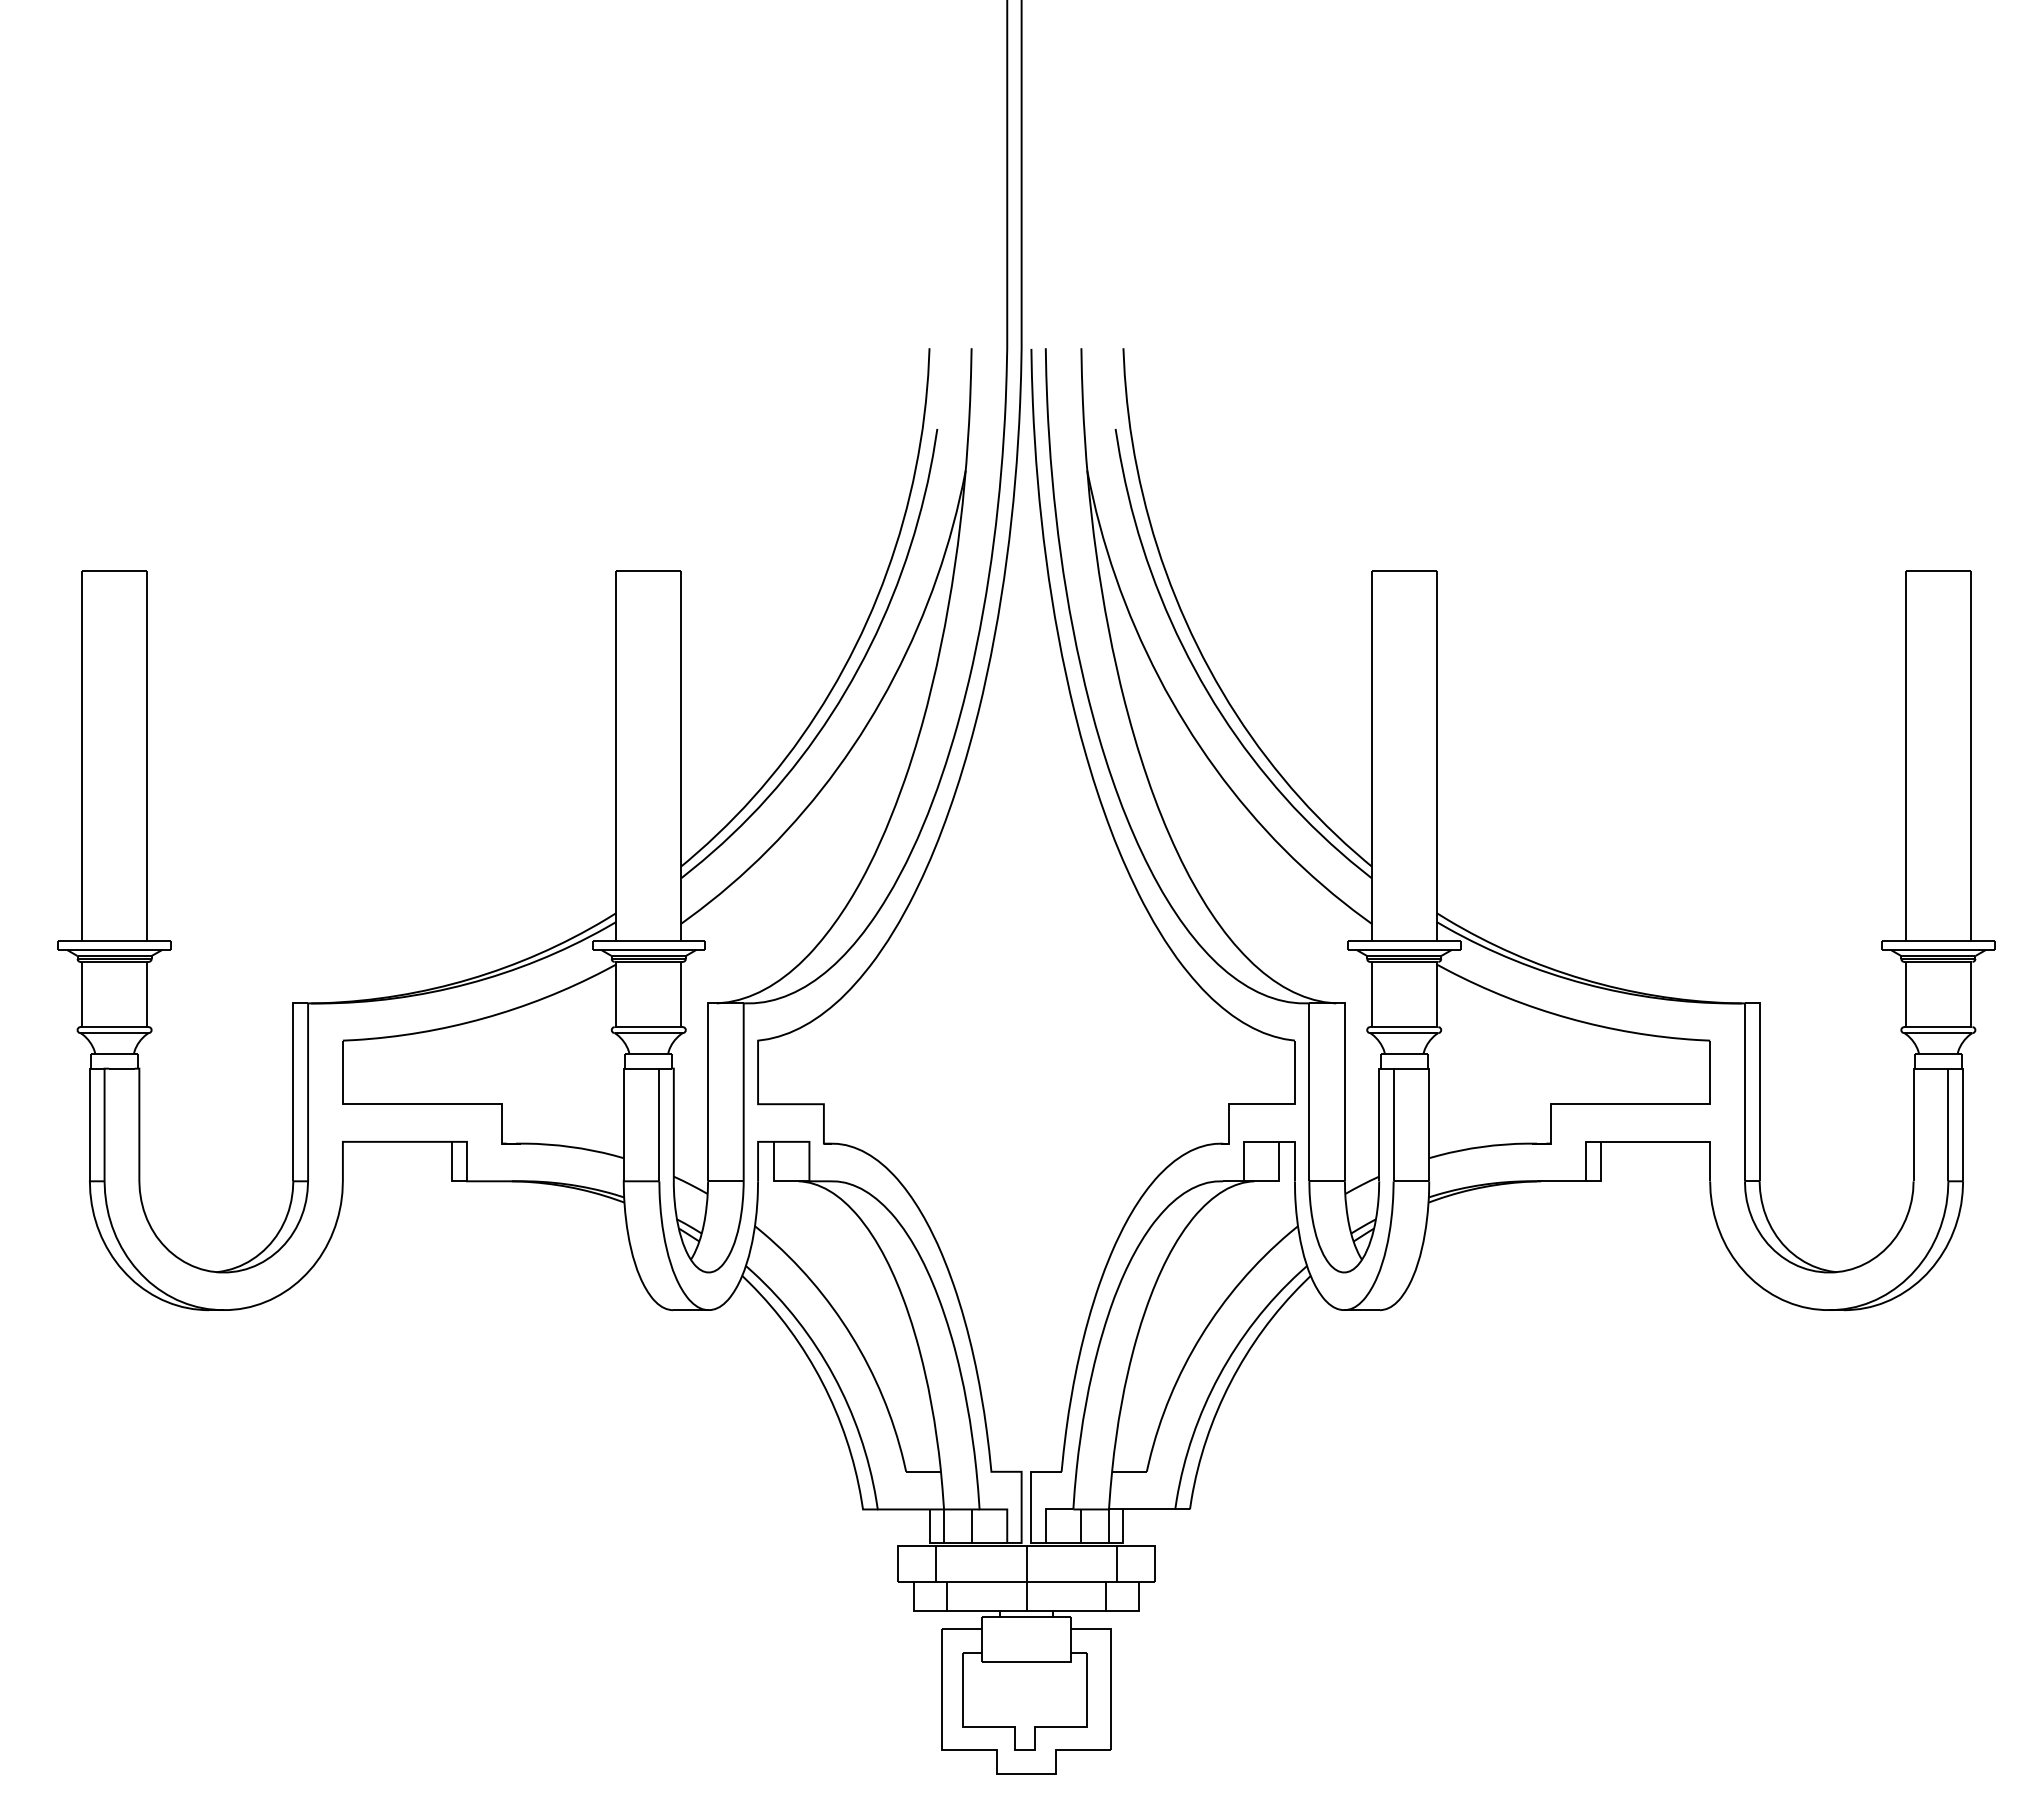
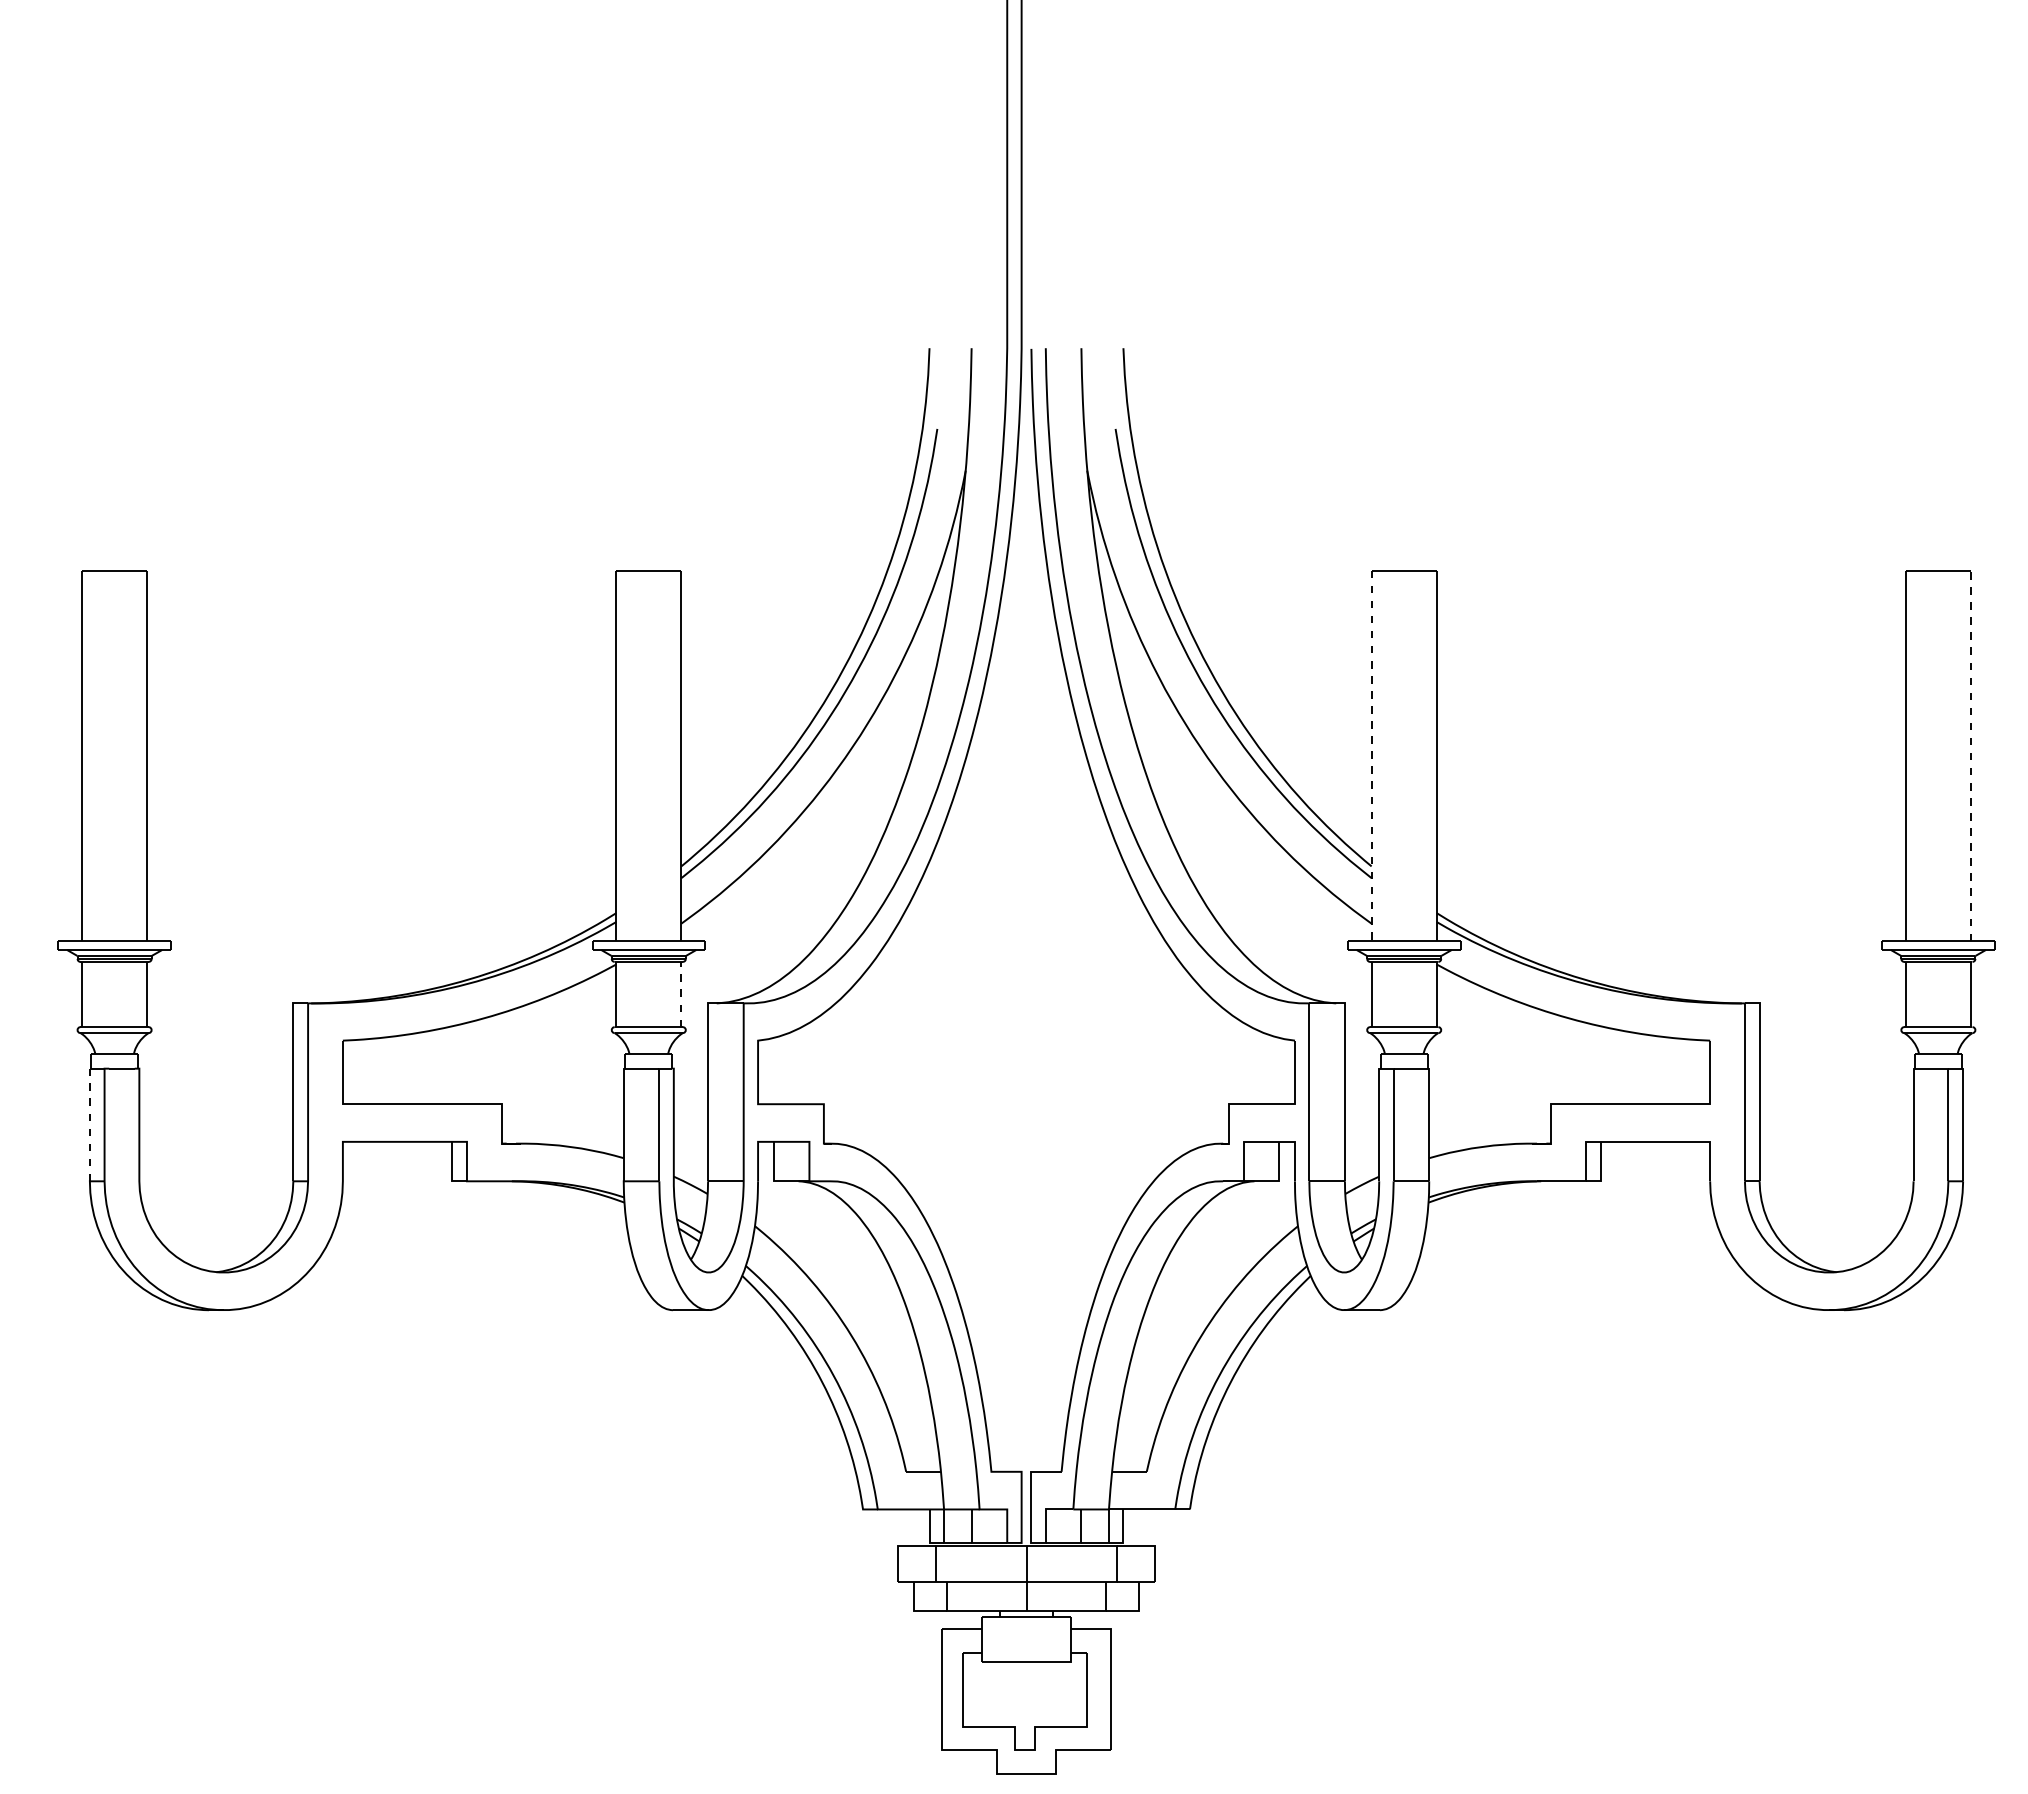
line at (1970, 755): solid -> dashed
line at (1371, 756): solid -> dashed
line at (681, 994): solid -> dashed
line at (89, 1123): solid -> dashed
